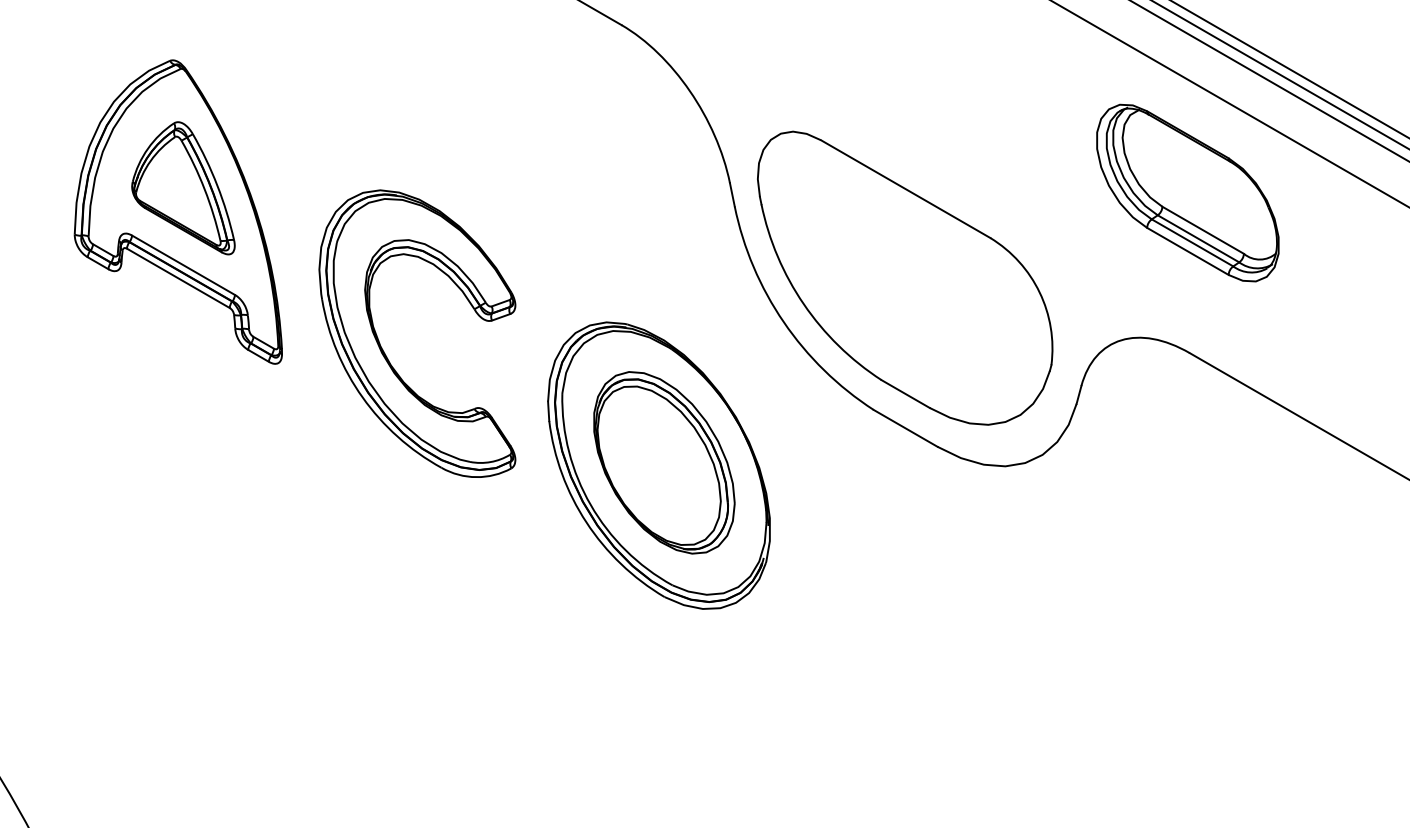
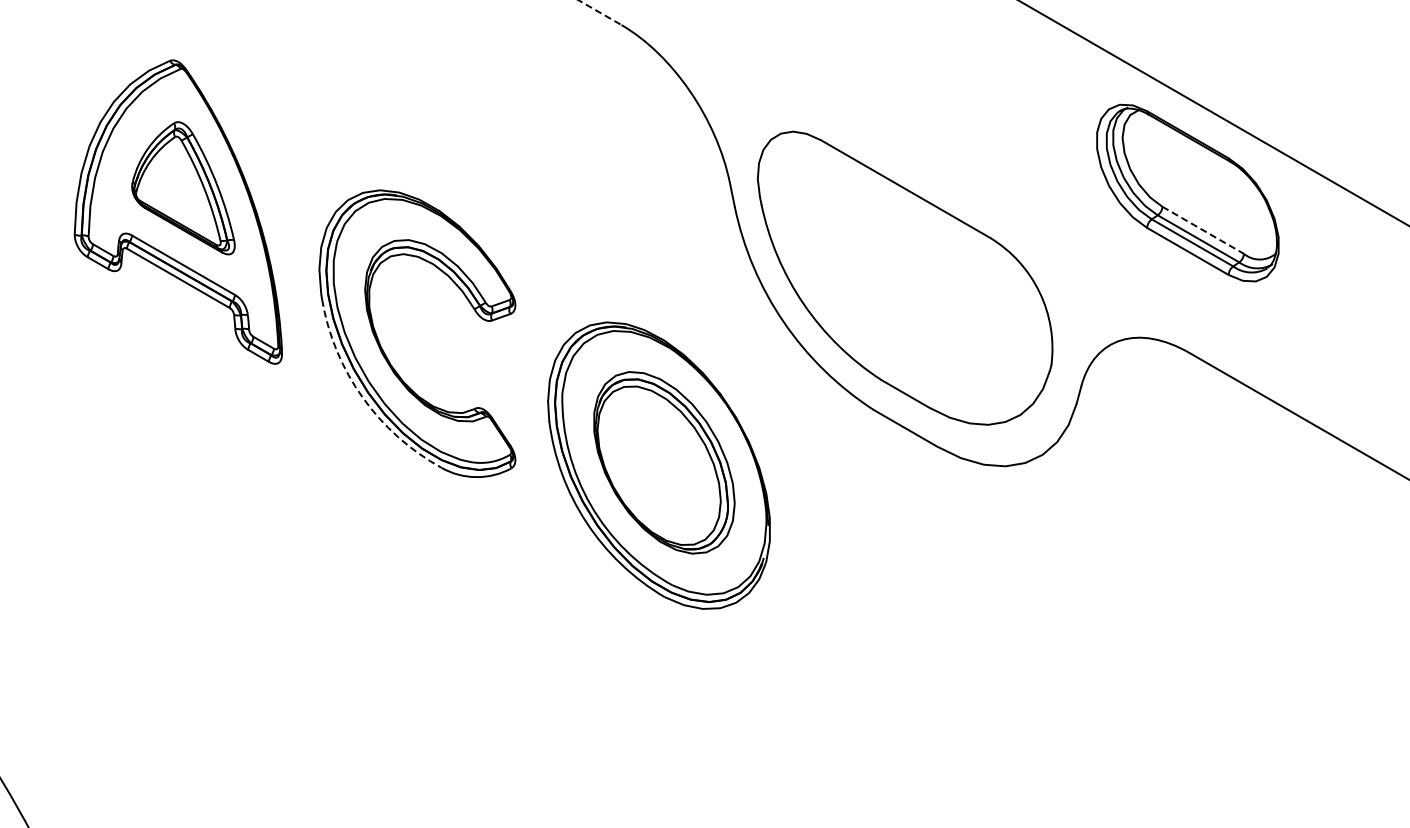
line at (599, 12): solid -> dashed
line at (1289, 69): present -> none
line at (1280, 74): present -> none
line at (1269, 80): present -> none
line at (1229, 104) position: (1229, 104) -> (1213, 113)
line at (1203, 230): solid -> dashed
arc at (362, 397): solid -> dashed
